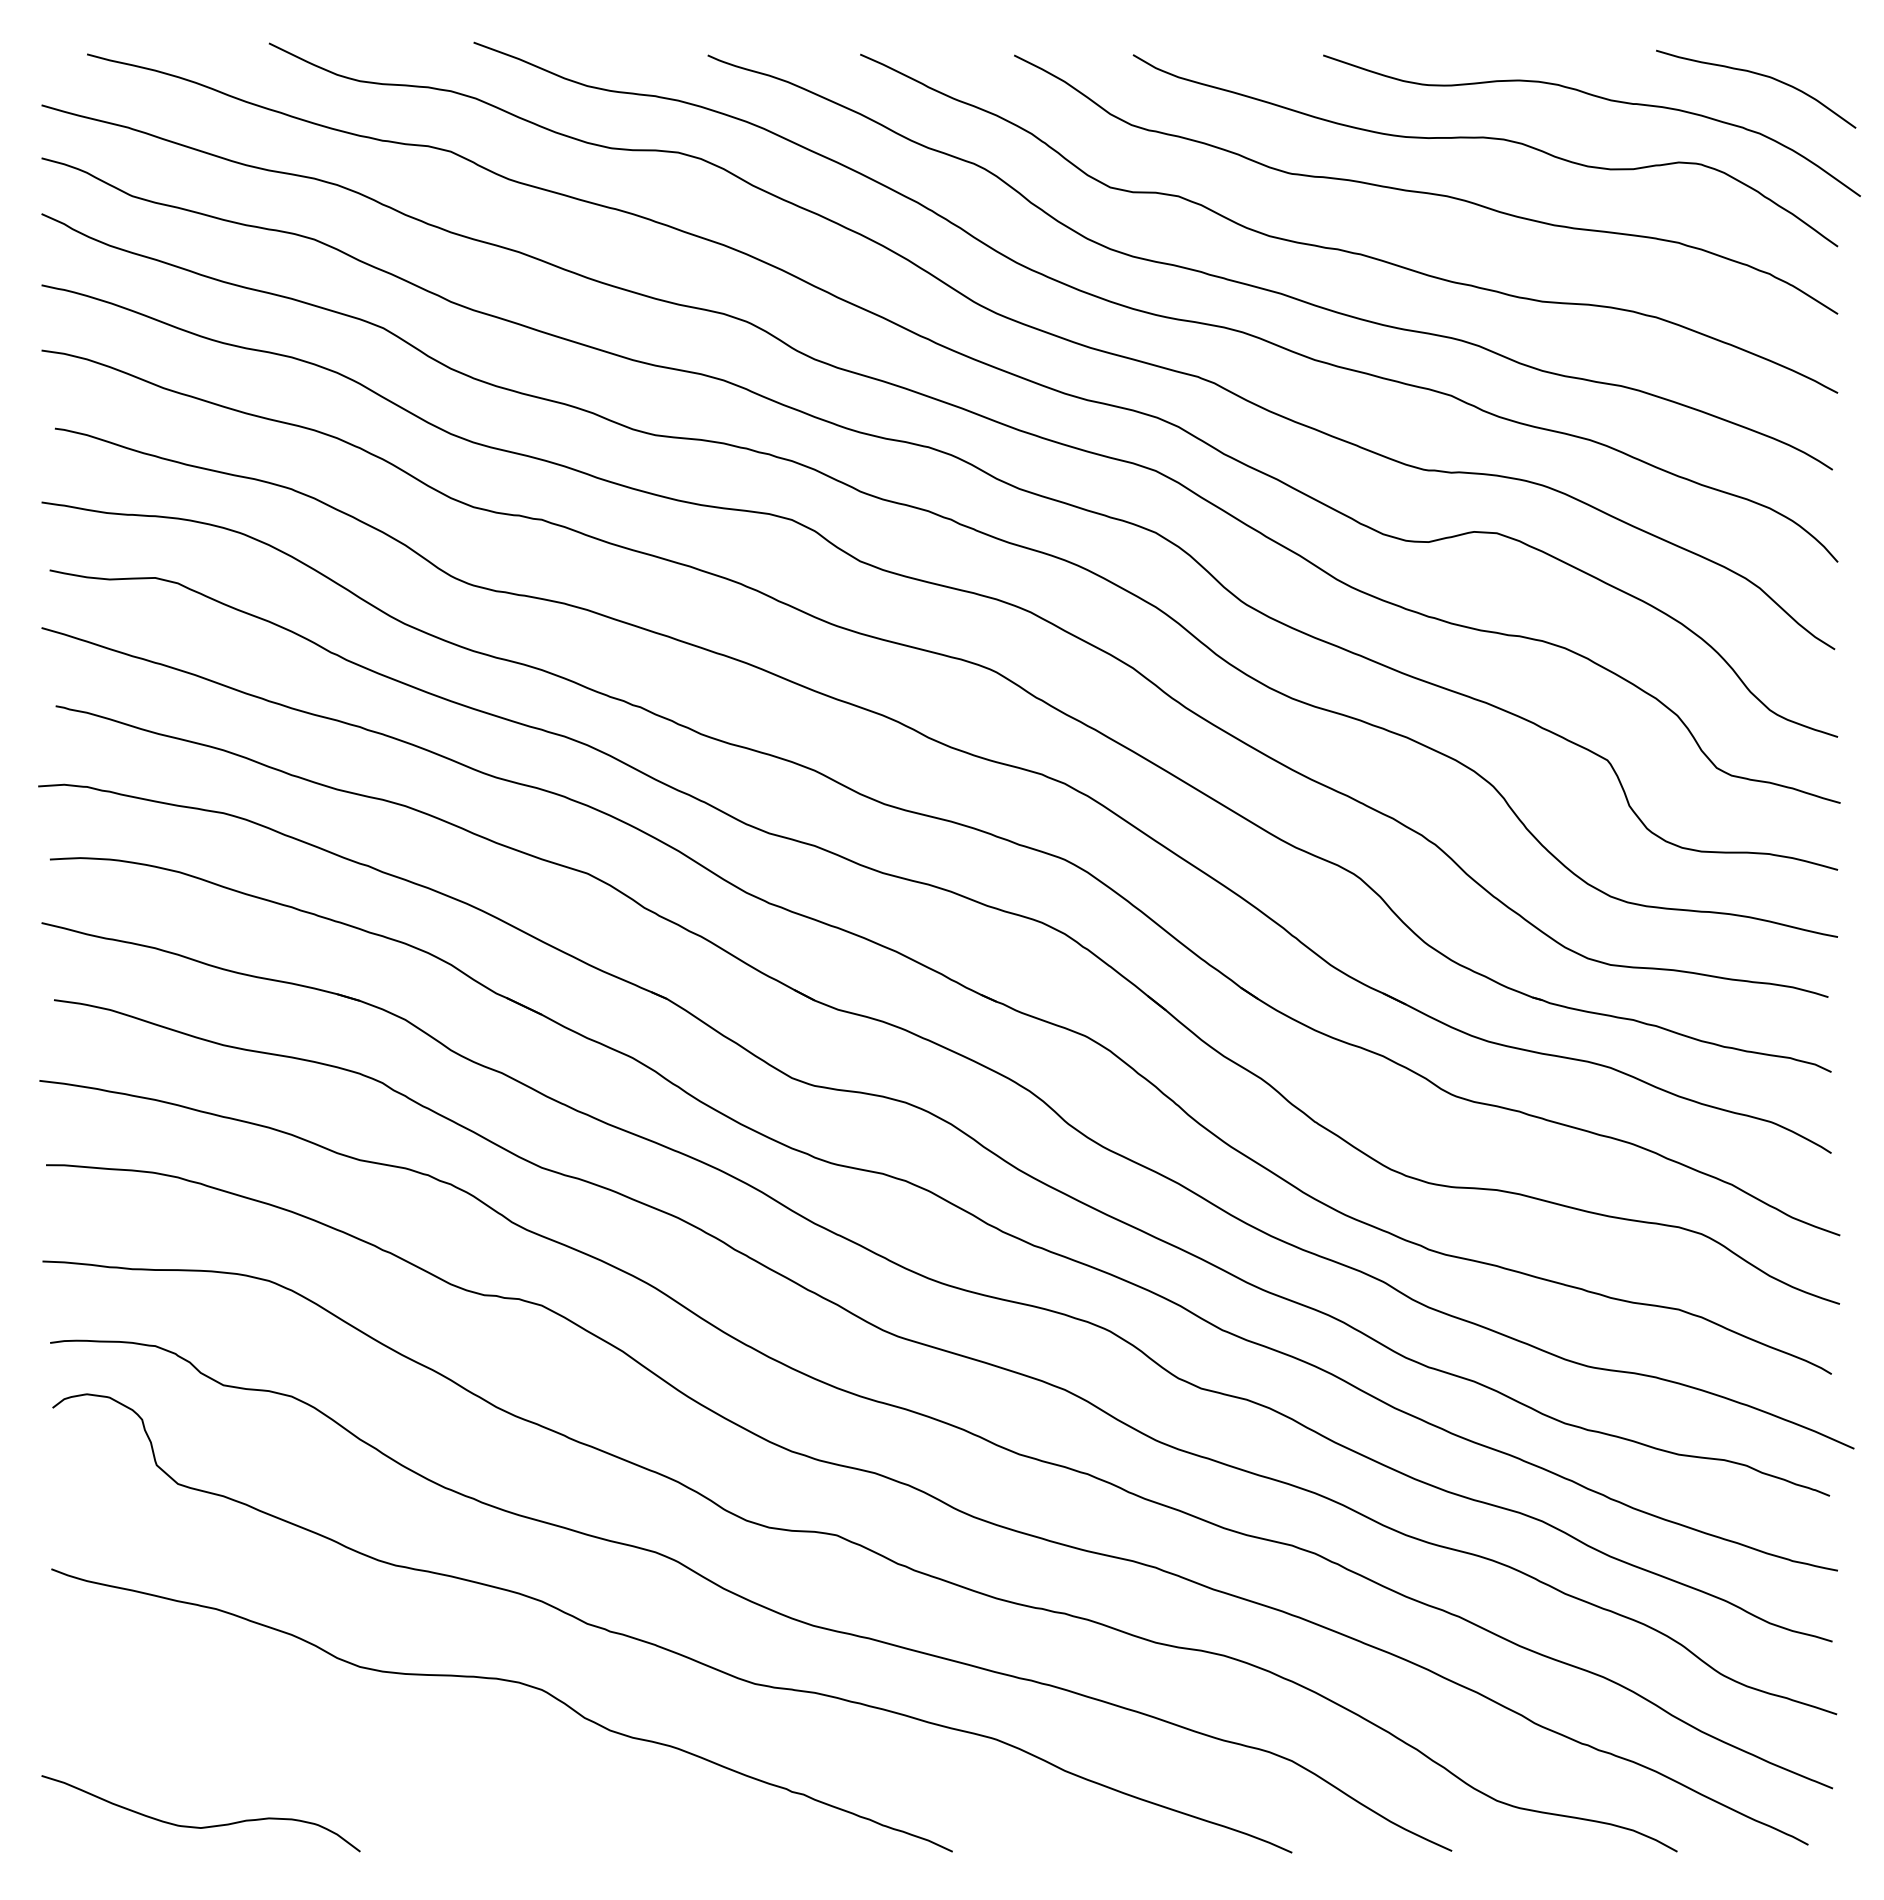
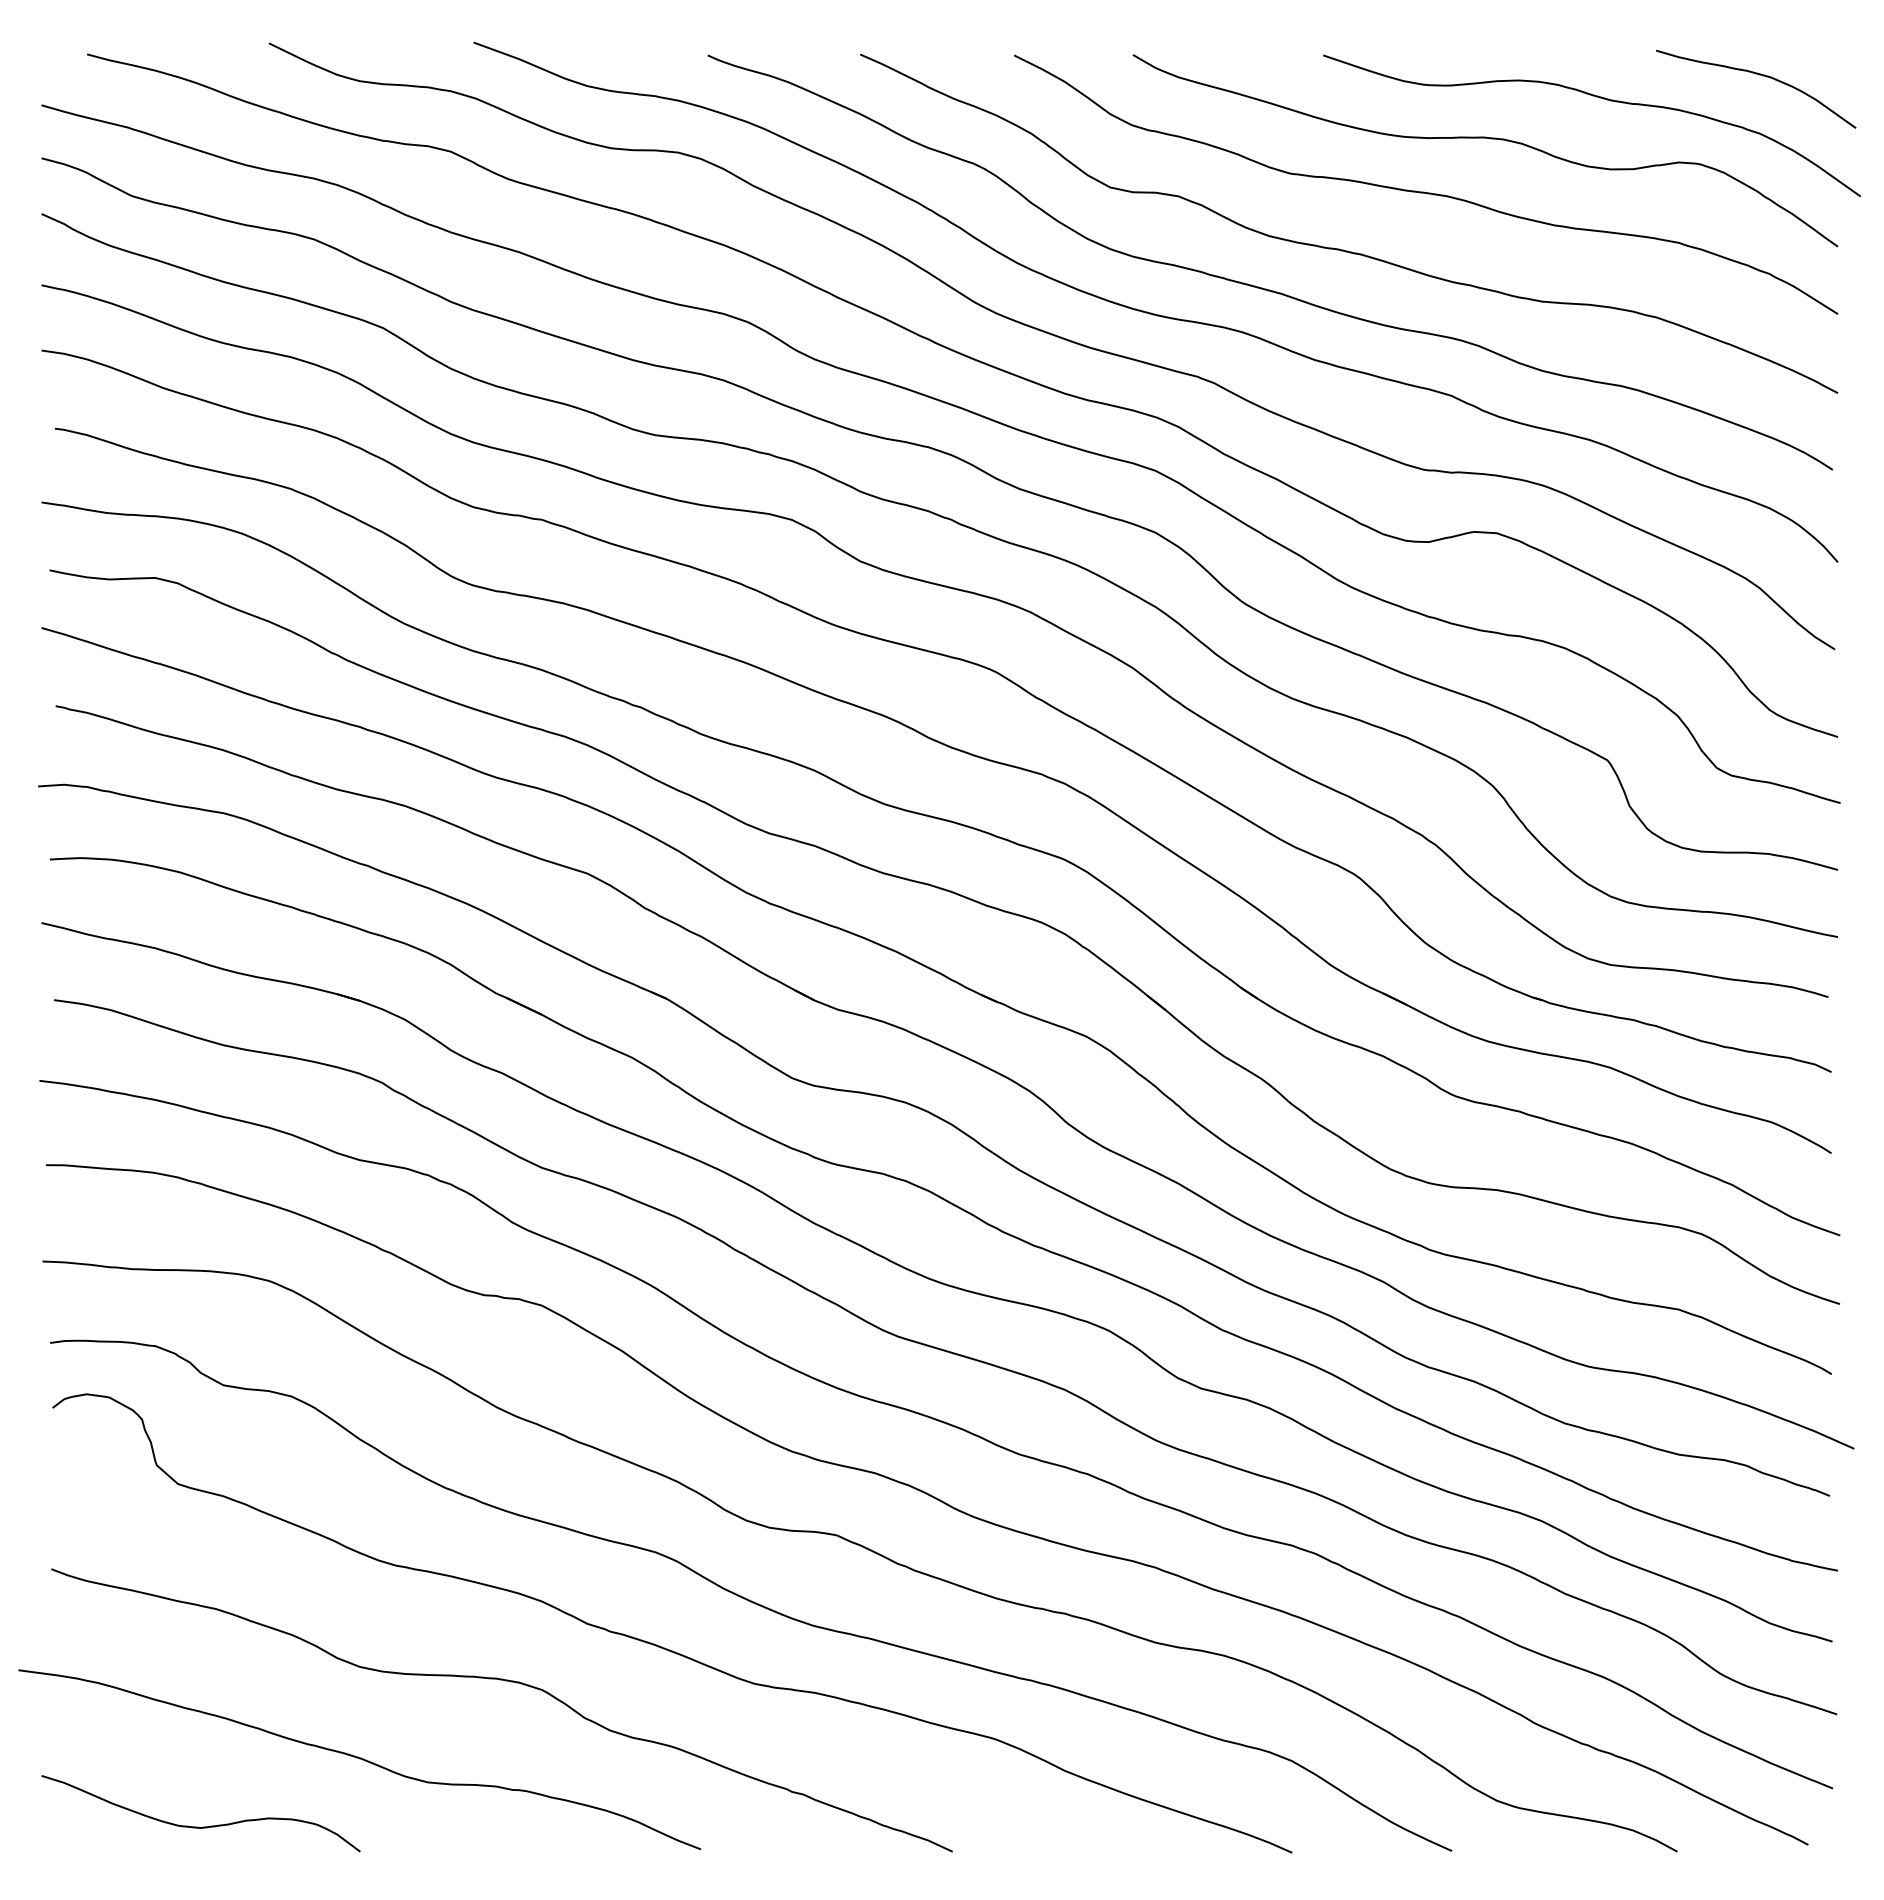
curve at (359, 1759): none -> present
